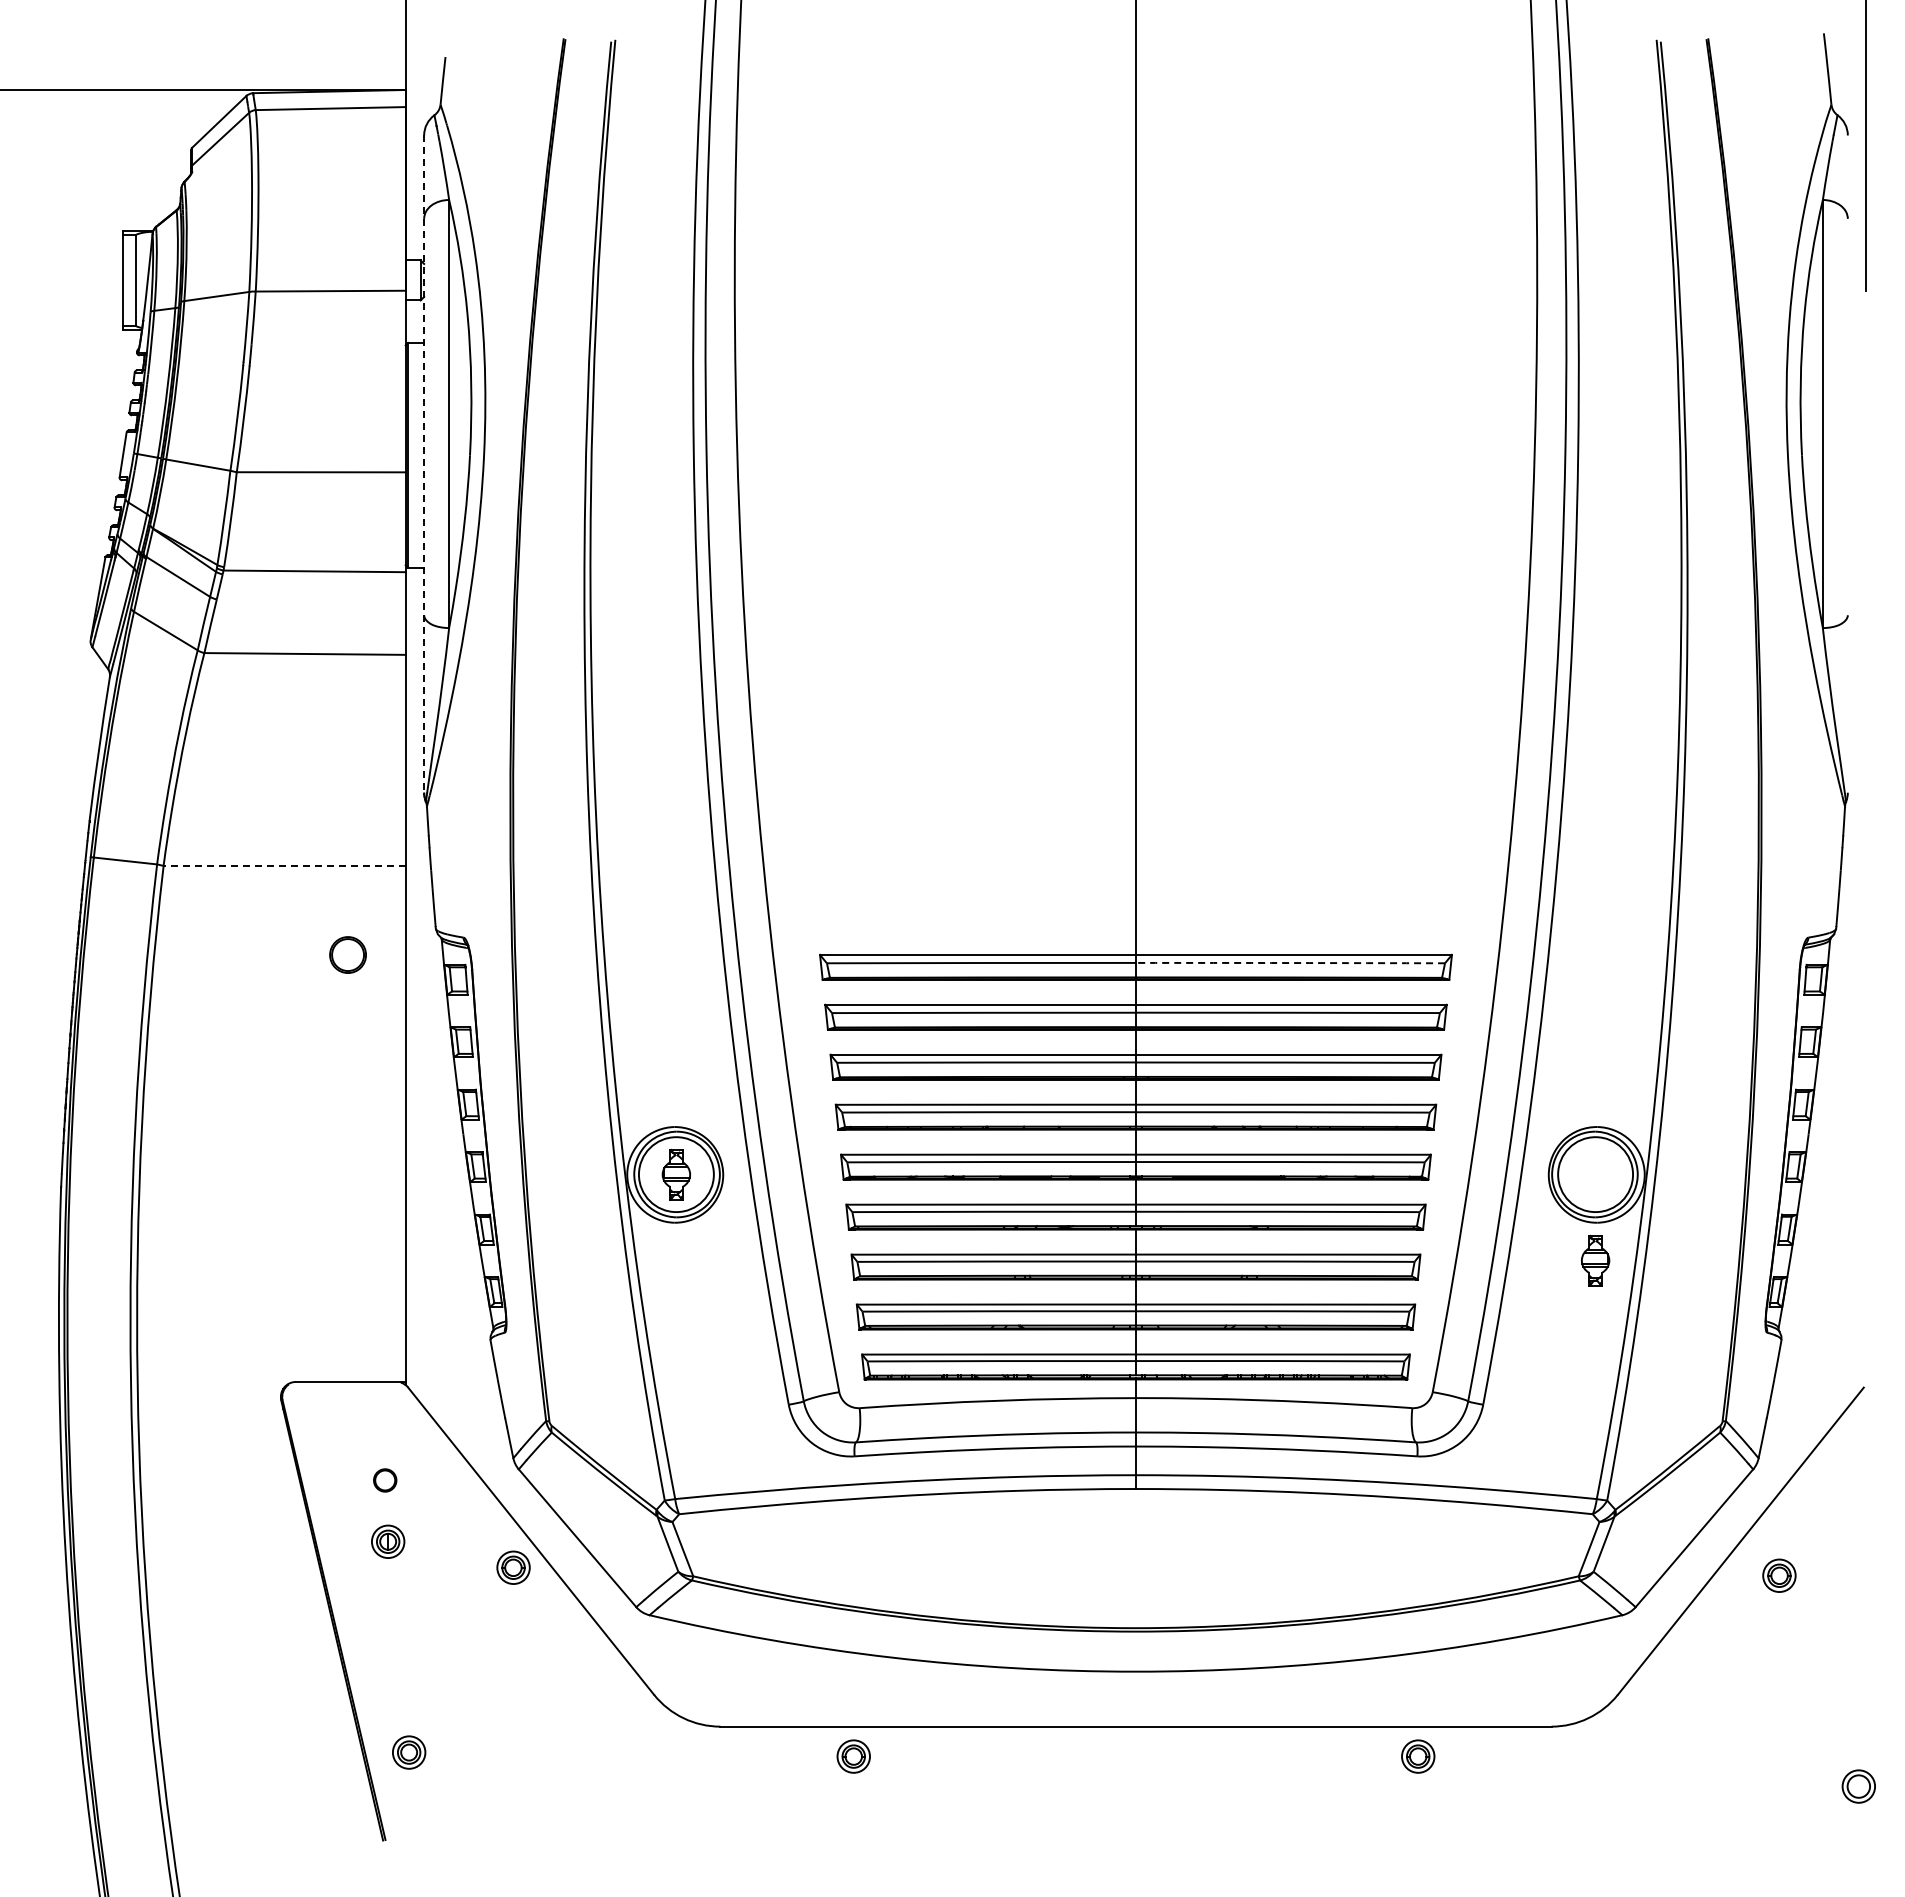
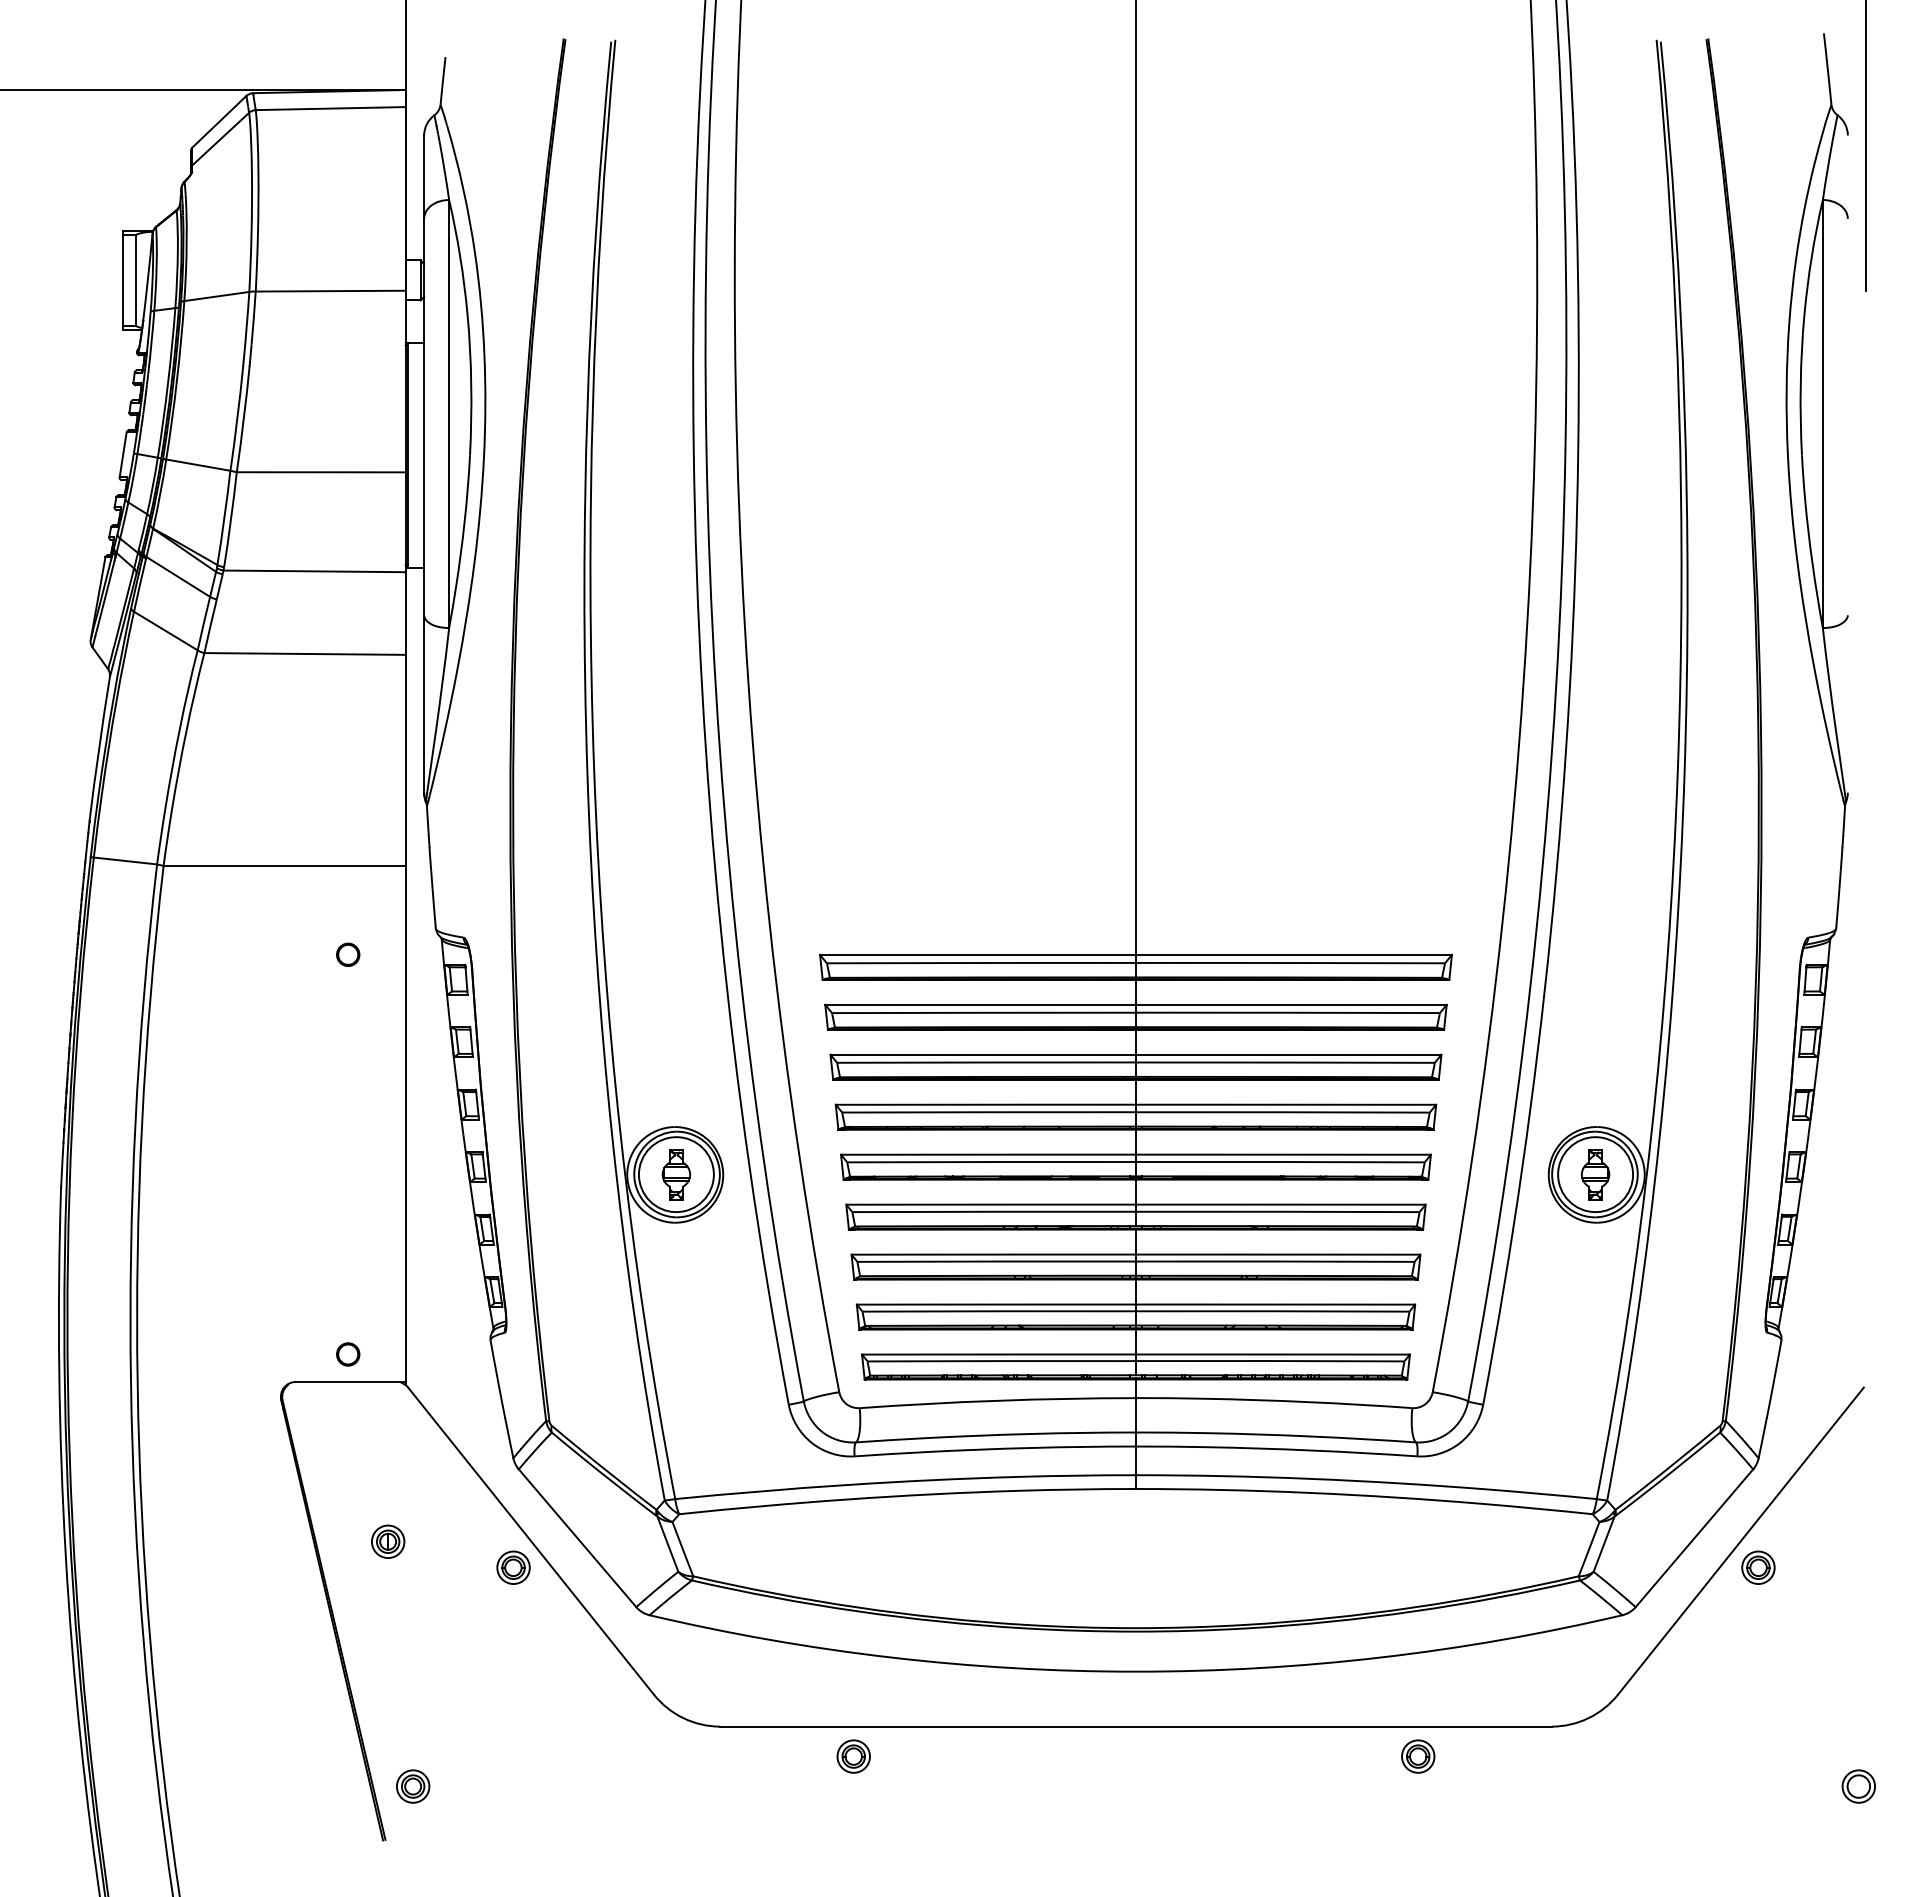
line at (424, 464): dashed -> solid
line at (284, 865): dashed -> solid
part at (347, 954) size: 38x38 px -> 25x25 px
arc at (1290, 963): dashed -> solid
part at (1595, 1260) position: (1595, 1260) -> (1595, 1174)
circle at (385, 1480) position: (385, 1480) -> (348, 1354)
part at (1779, 1575) position: (1779, 1575) -> (1758, 1567)
part at (409, 1752) position: (409, 1752) -> (413, 1786)
